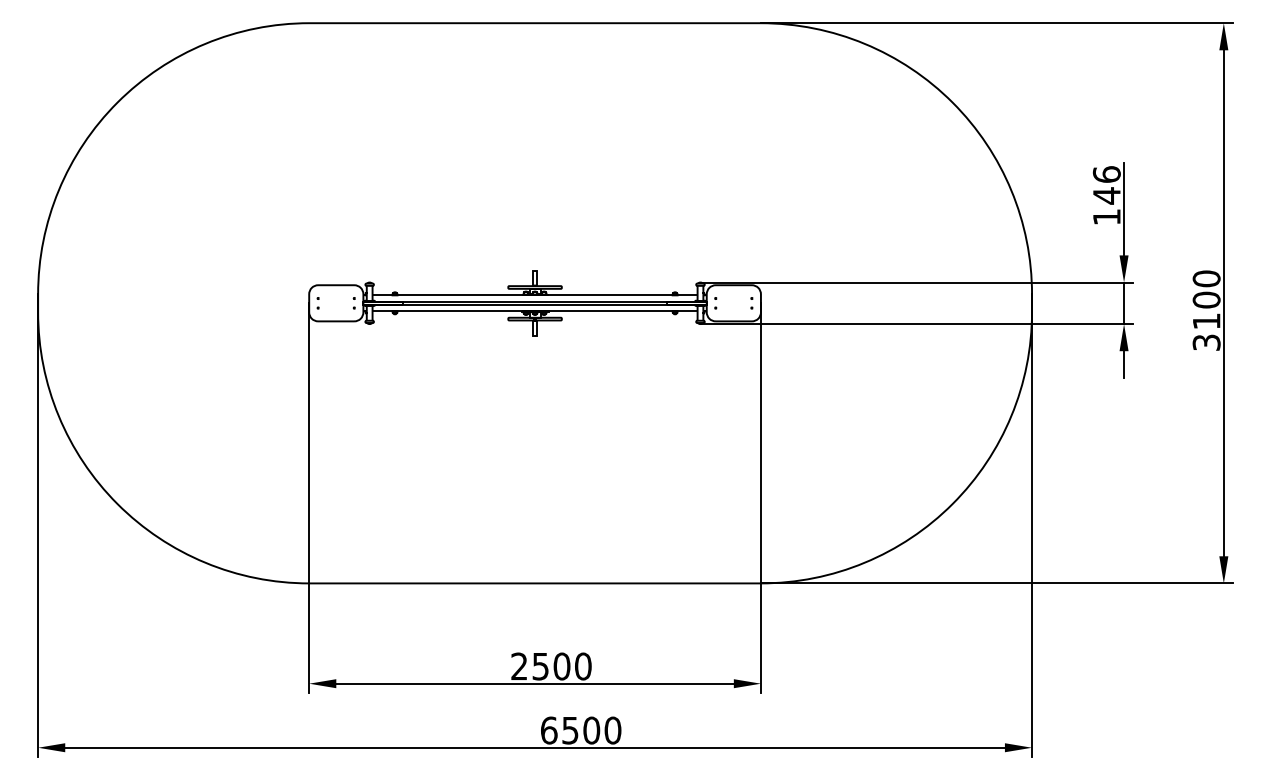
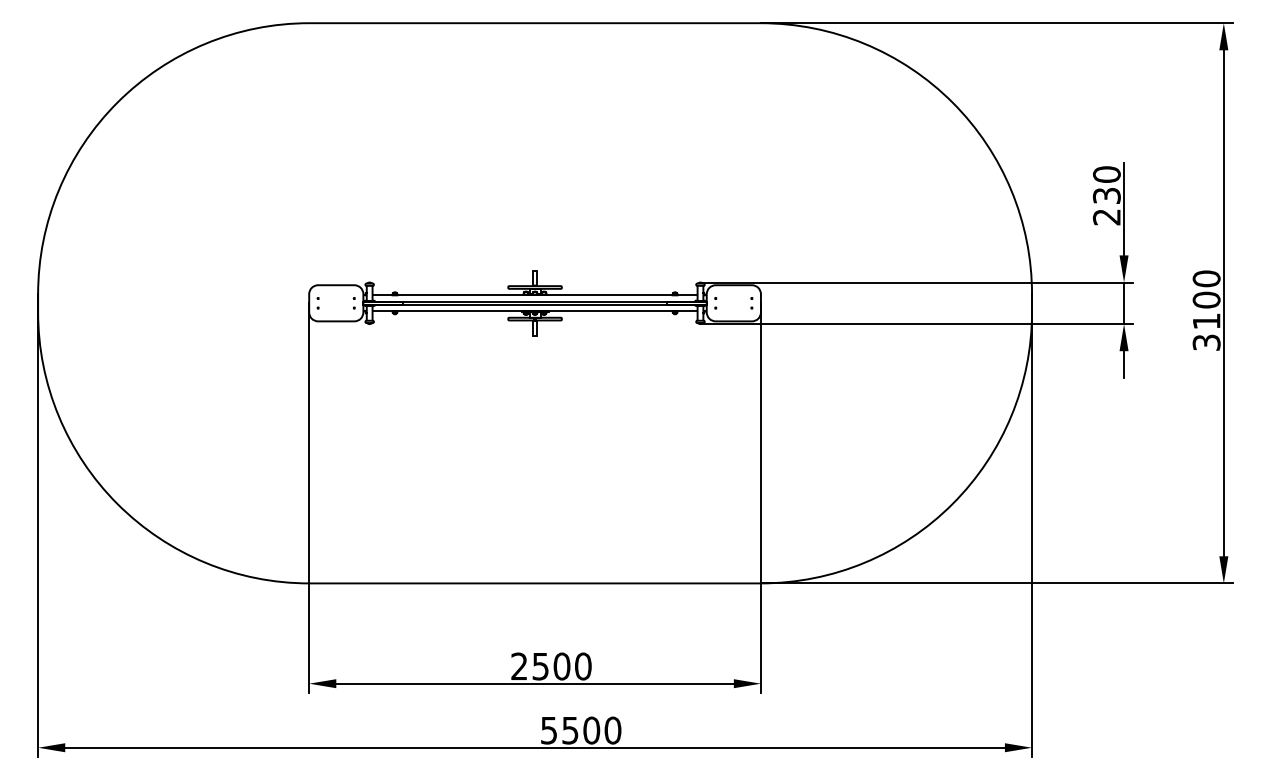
text at (1106, 195): 146 -> 230
text at (549, 730): 6500 -> 5500
